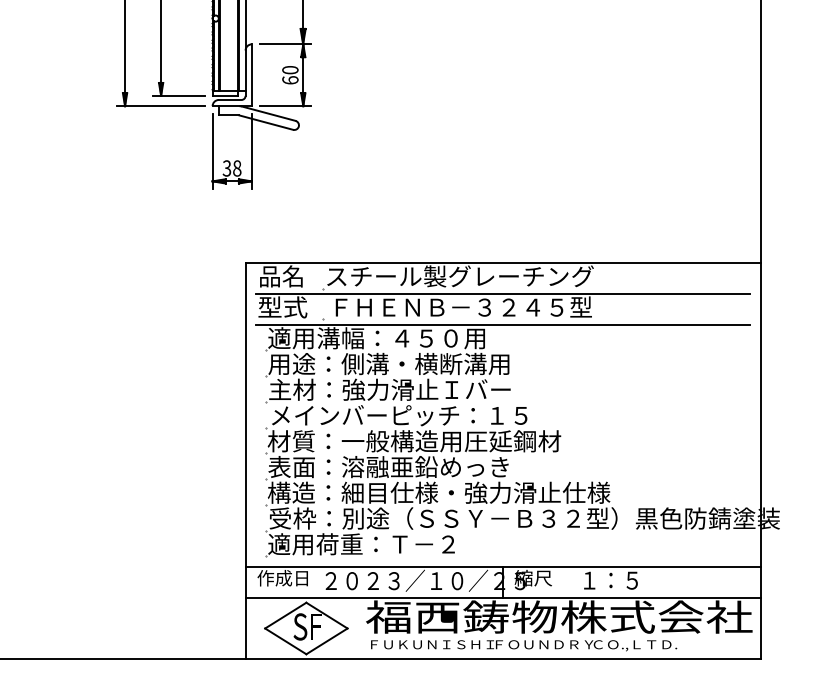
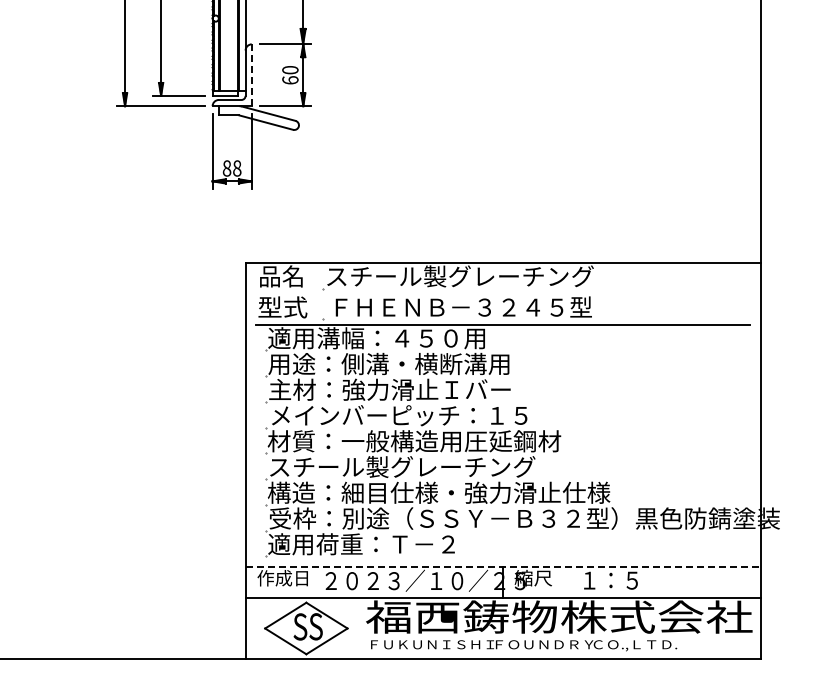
line at (251, 75): solid -> dashed
text at (226, 168): 38 -> 88
line at (502, 293): present -> none
text at (401, 467): 表面：溶融亜鉛めっき -> スチール製グレーチング
line at (503, 566): solid -> dashed
text at (315, 626): F -> S
